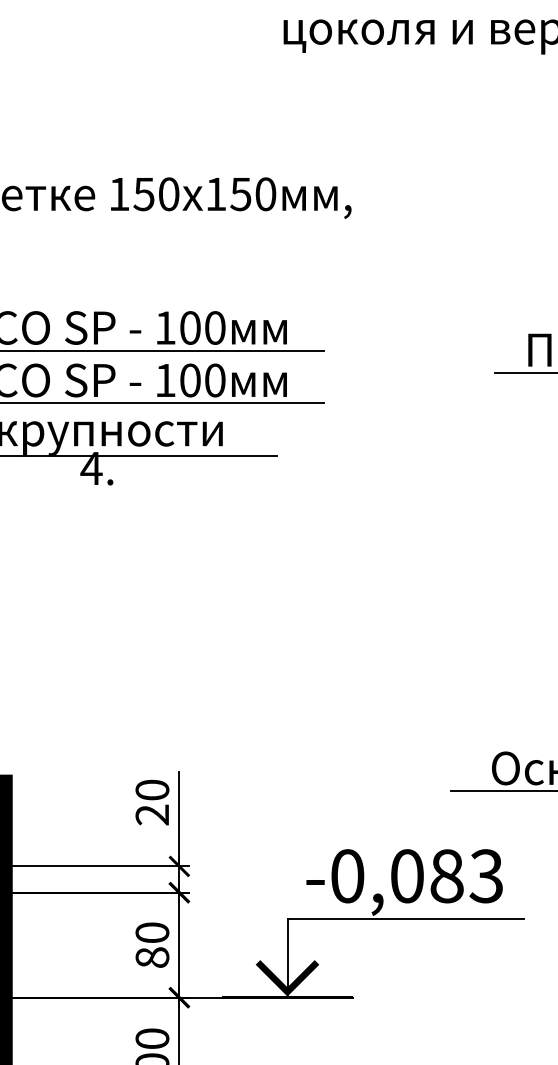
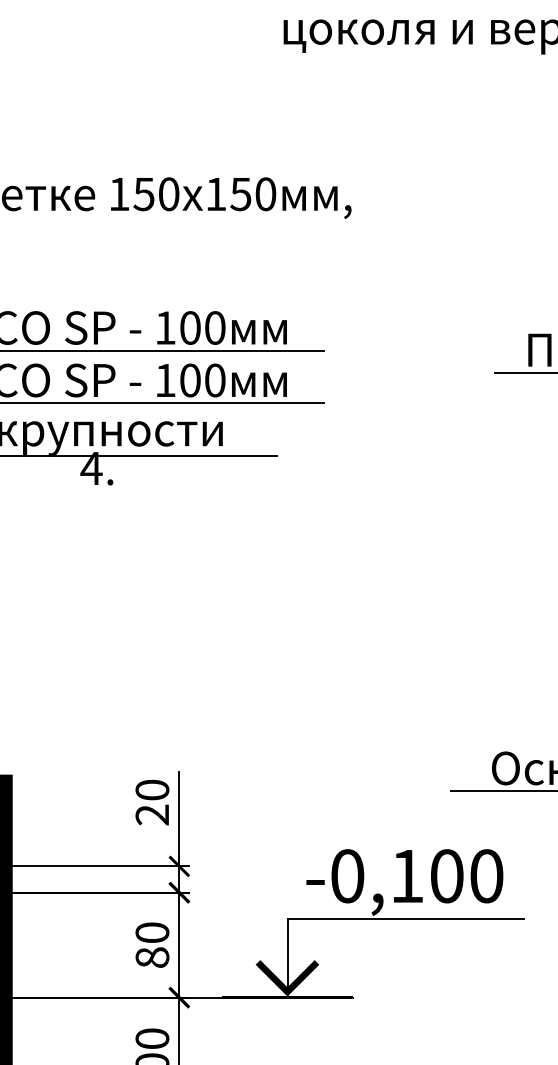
text at (447, 876): -0,083 -> -0,100
